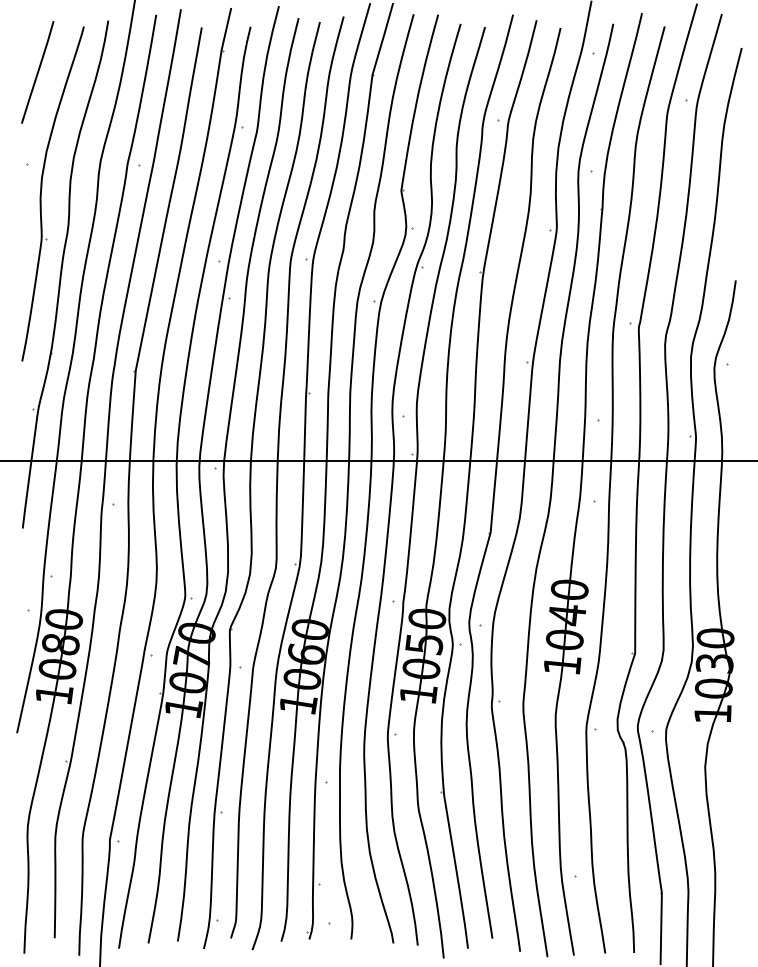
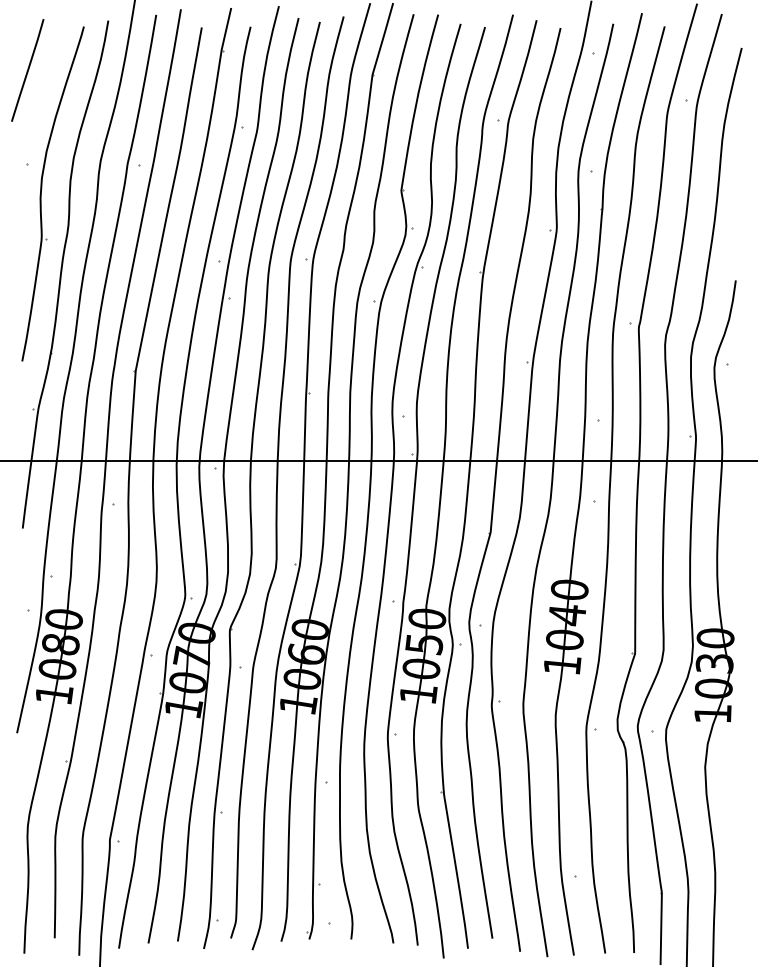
line at (37, 72) position: (37, 72) -> (27, 70)
